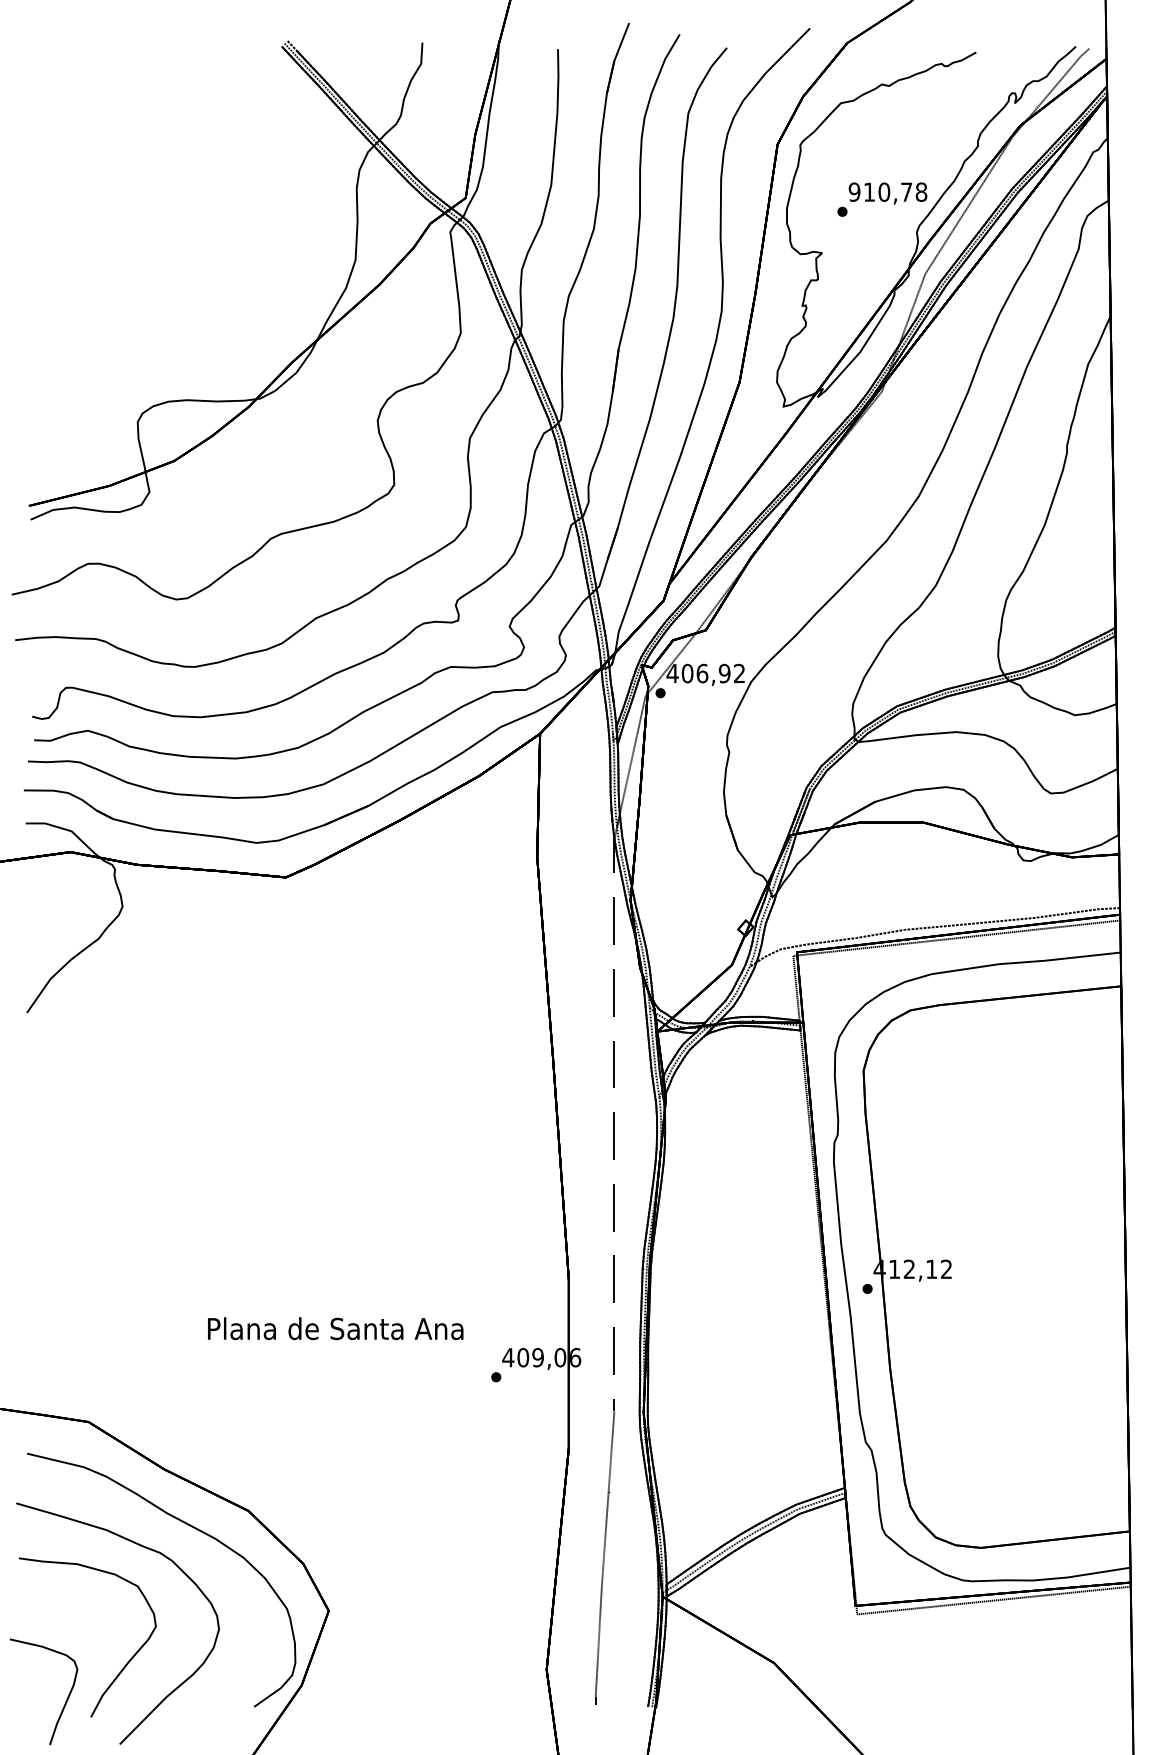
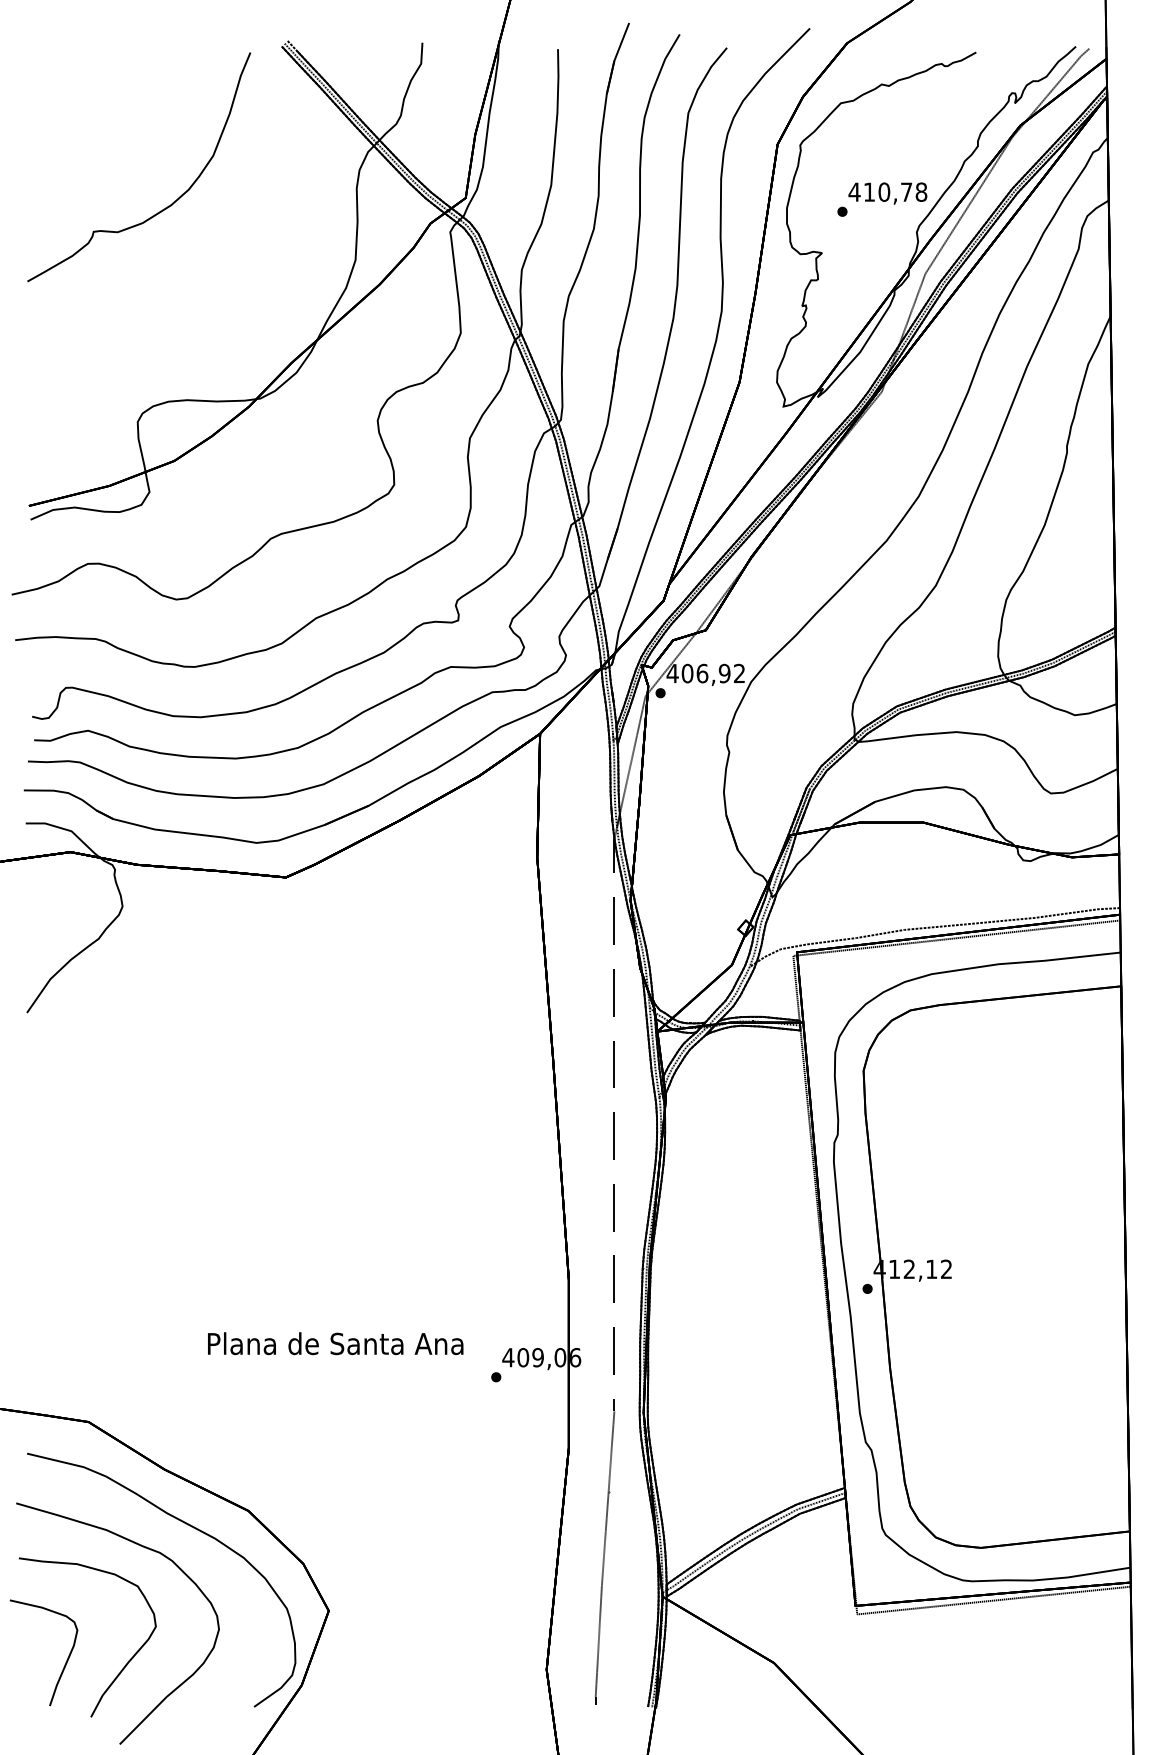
text at (854, 191): 910,78 -> 410,78
curve at (165, 207): none -> present
text at (335, 1328) position: (335, 1328) -> (335, 1343)
curve at (65, 1701) position: (65, 1701) -> (65, 1662)
